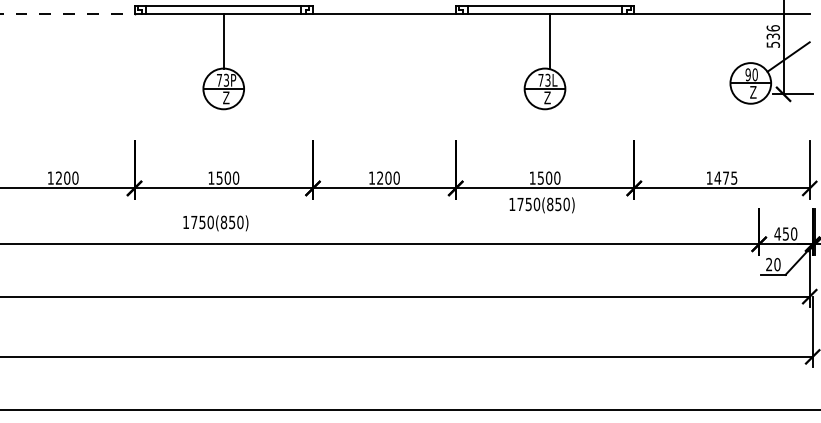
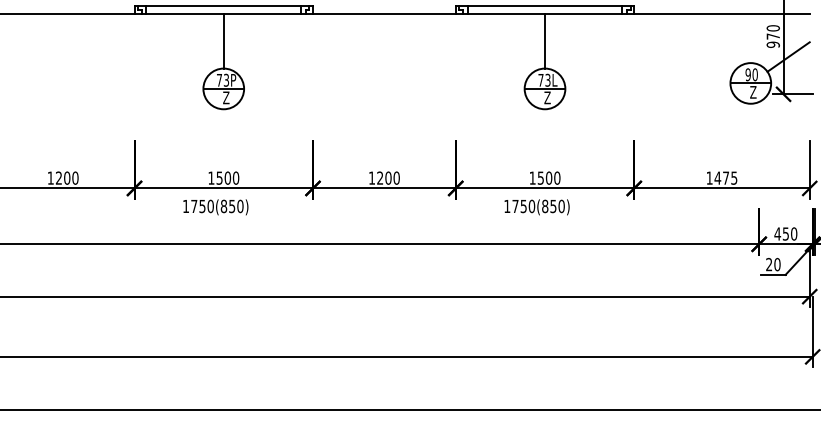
line at (67, 13): dashed -> solid
text at (772, 36): 536 -> 970
line at (550, 40) position: (550, 40) -> (545, 40)
text at (541, 205) position: (541, 205) -> (536, 207)
text at (215, 223) position: (215, 223) -> (215, 207)
